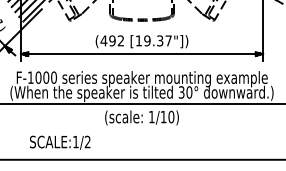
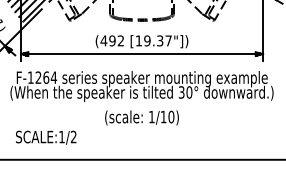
text at (46, 77): F-1000 -> F-1264
line at (142, 103): present -> none
text at (60, 142) position: (60, 142) -> (46, 137)
